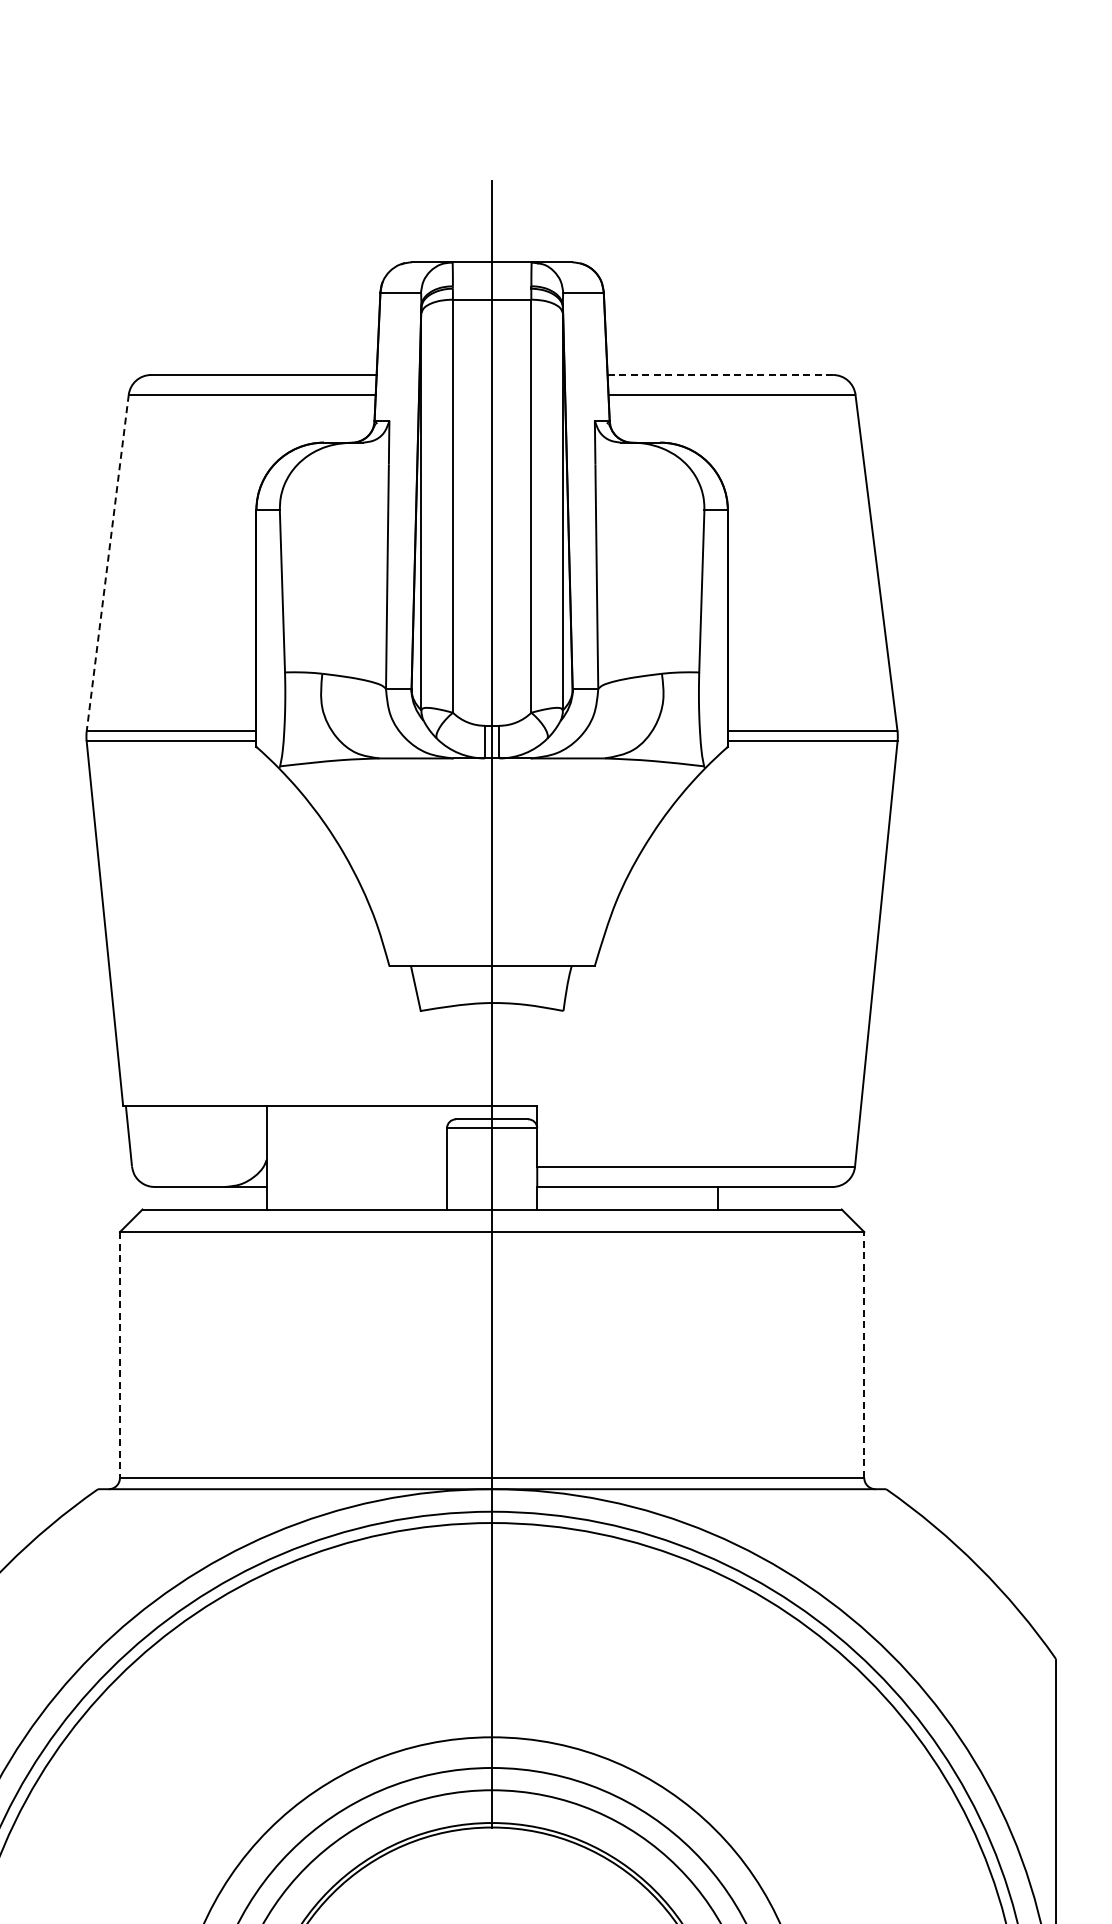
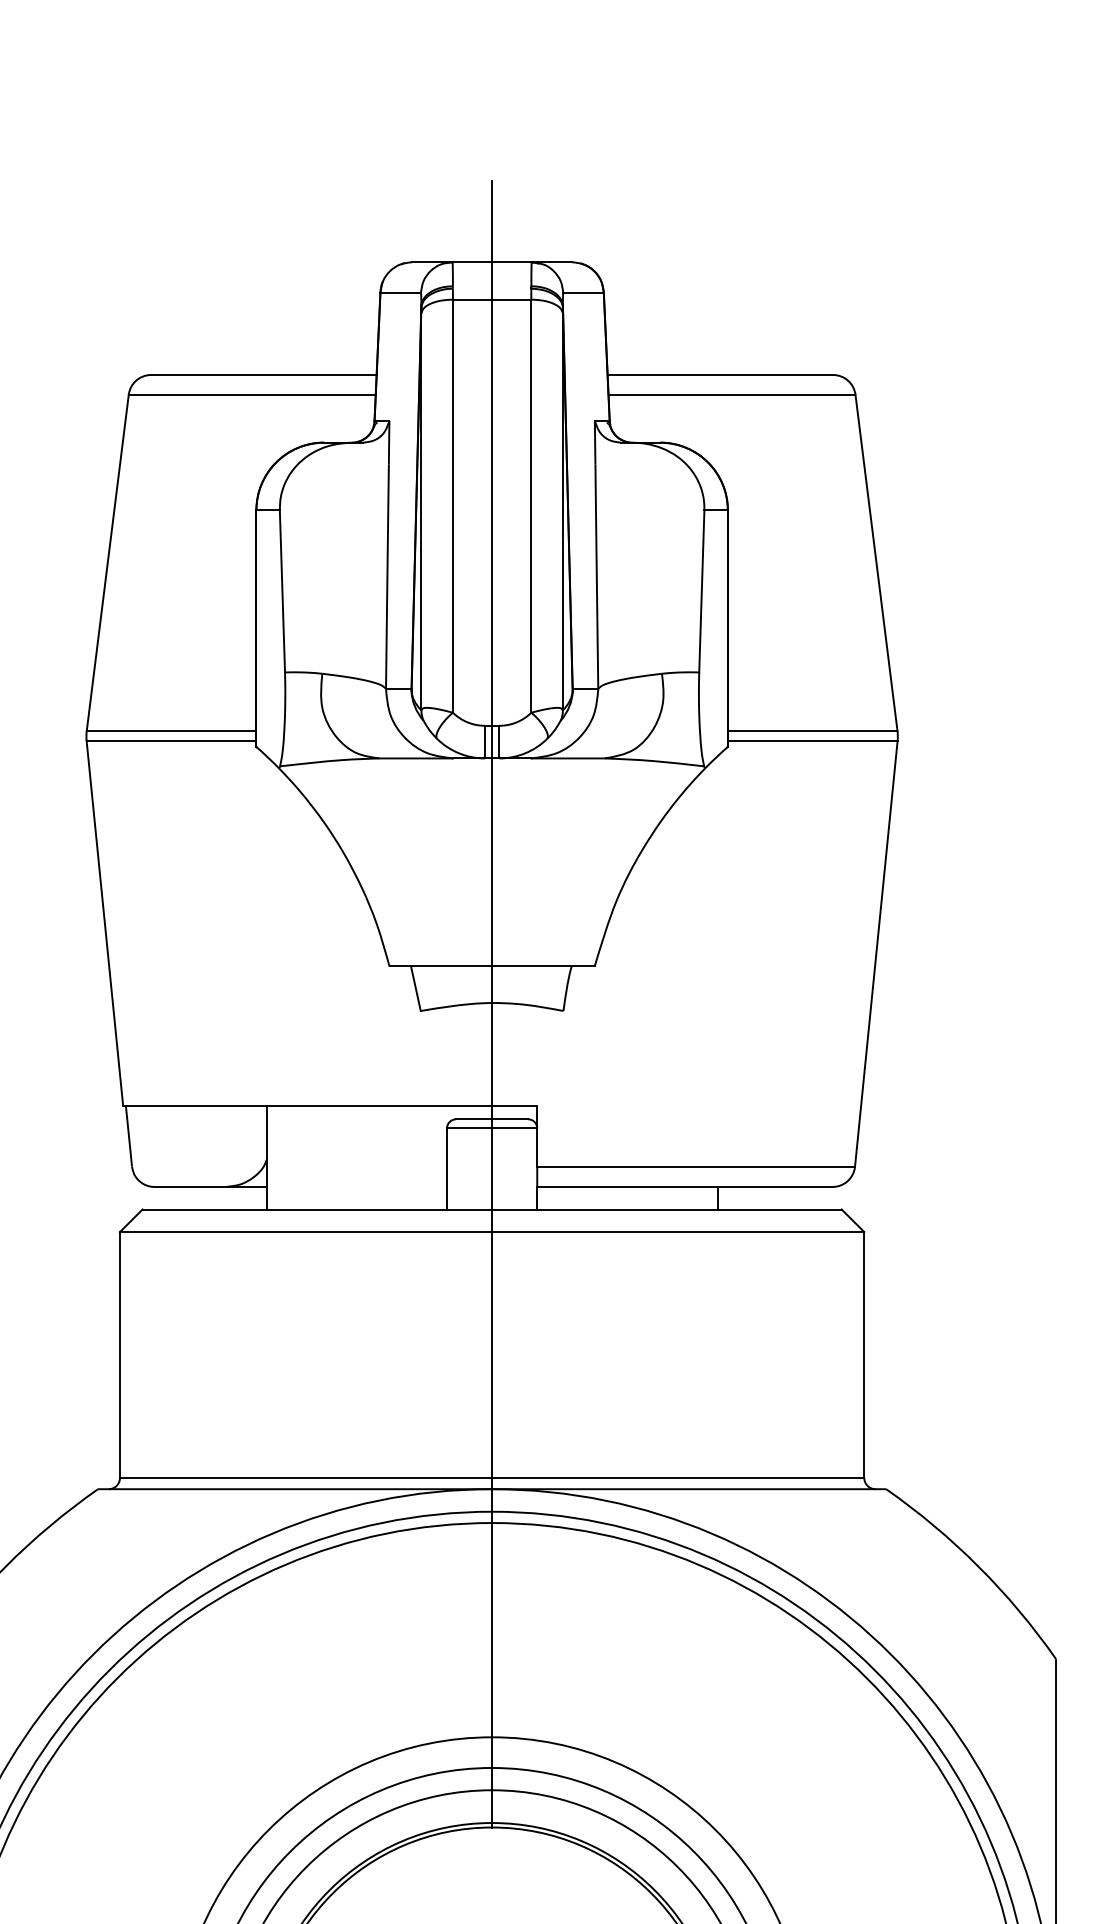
line at (720, 375): dashed -> solid
line at (107, 563): dashed -> solid
line at (119, 1355): dashed -> solid
line at (864, 1355): dashed -> solid
